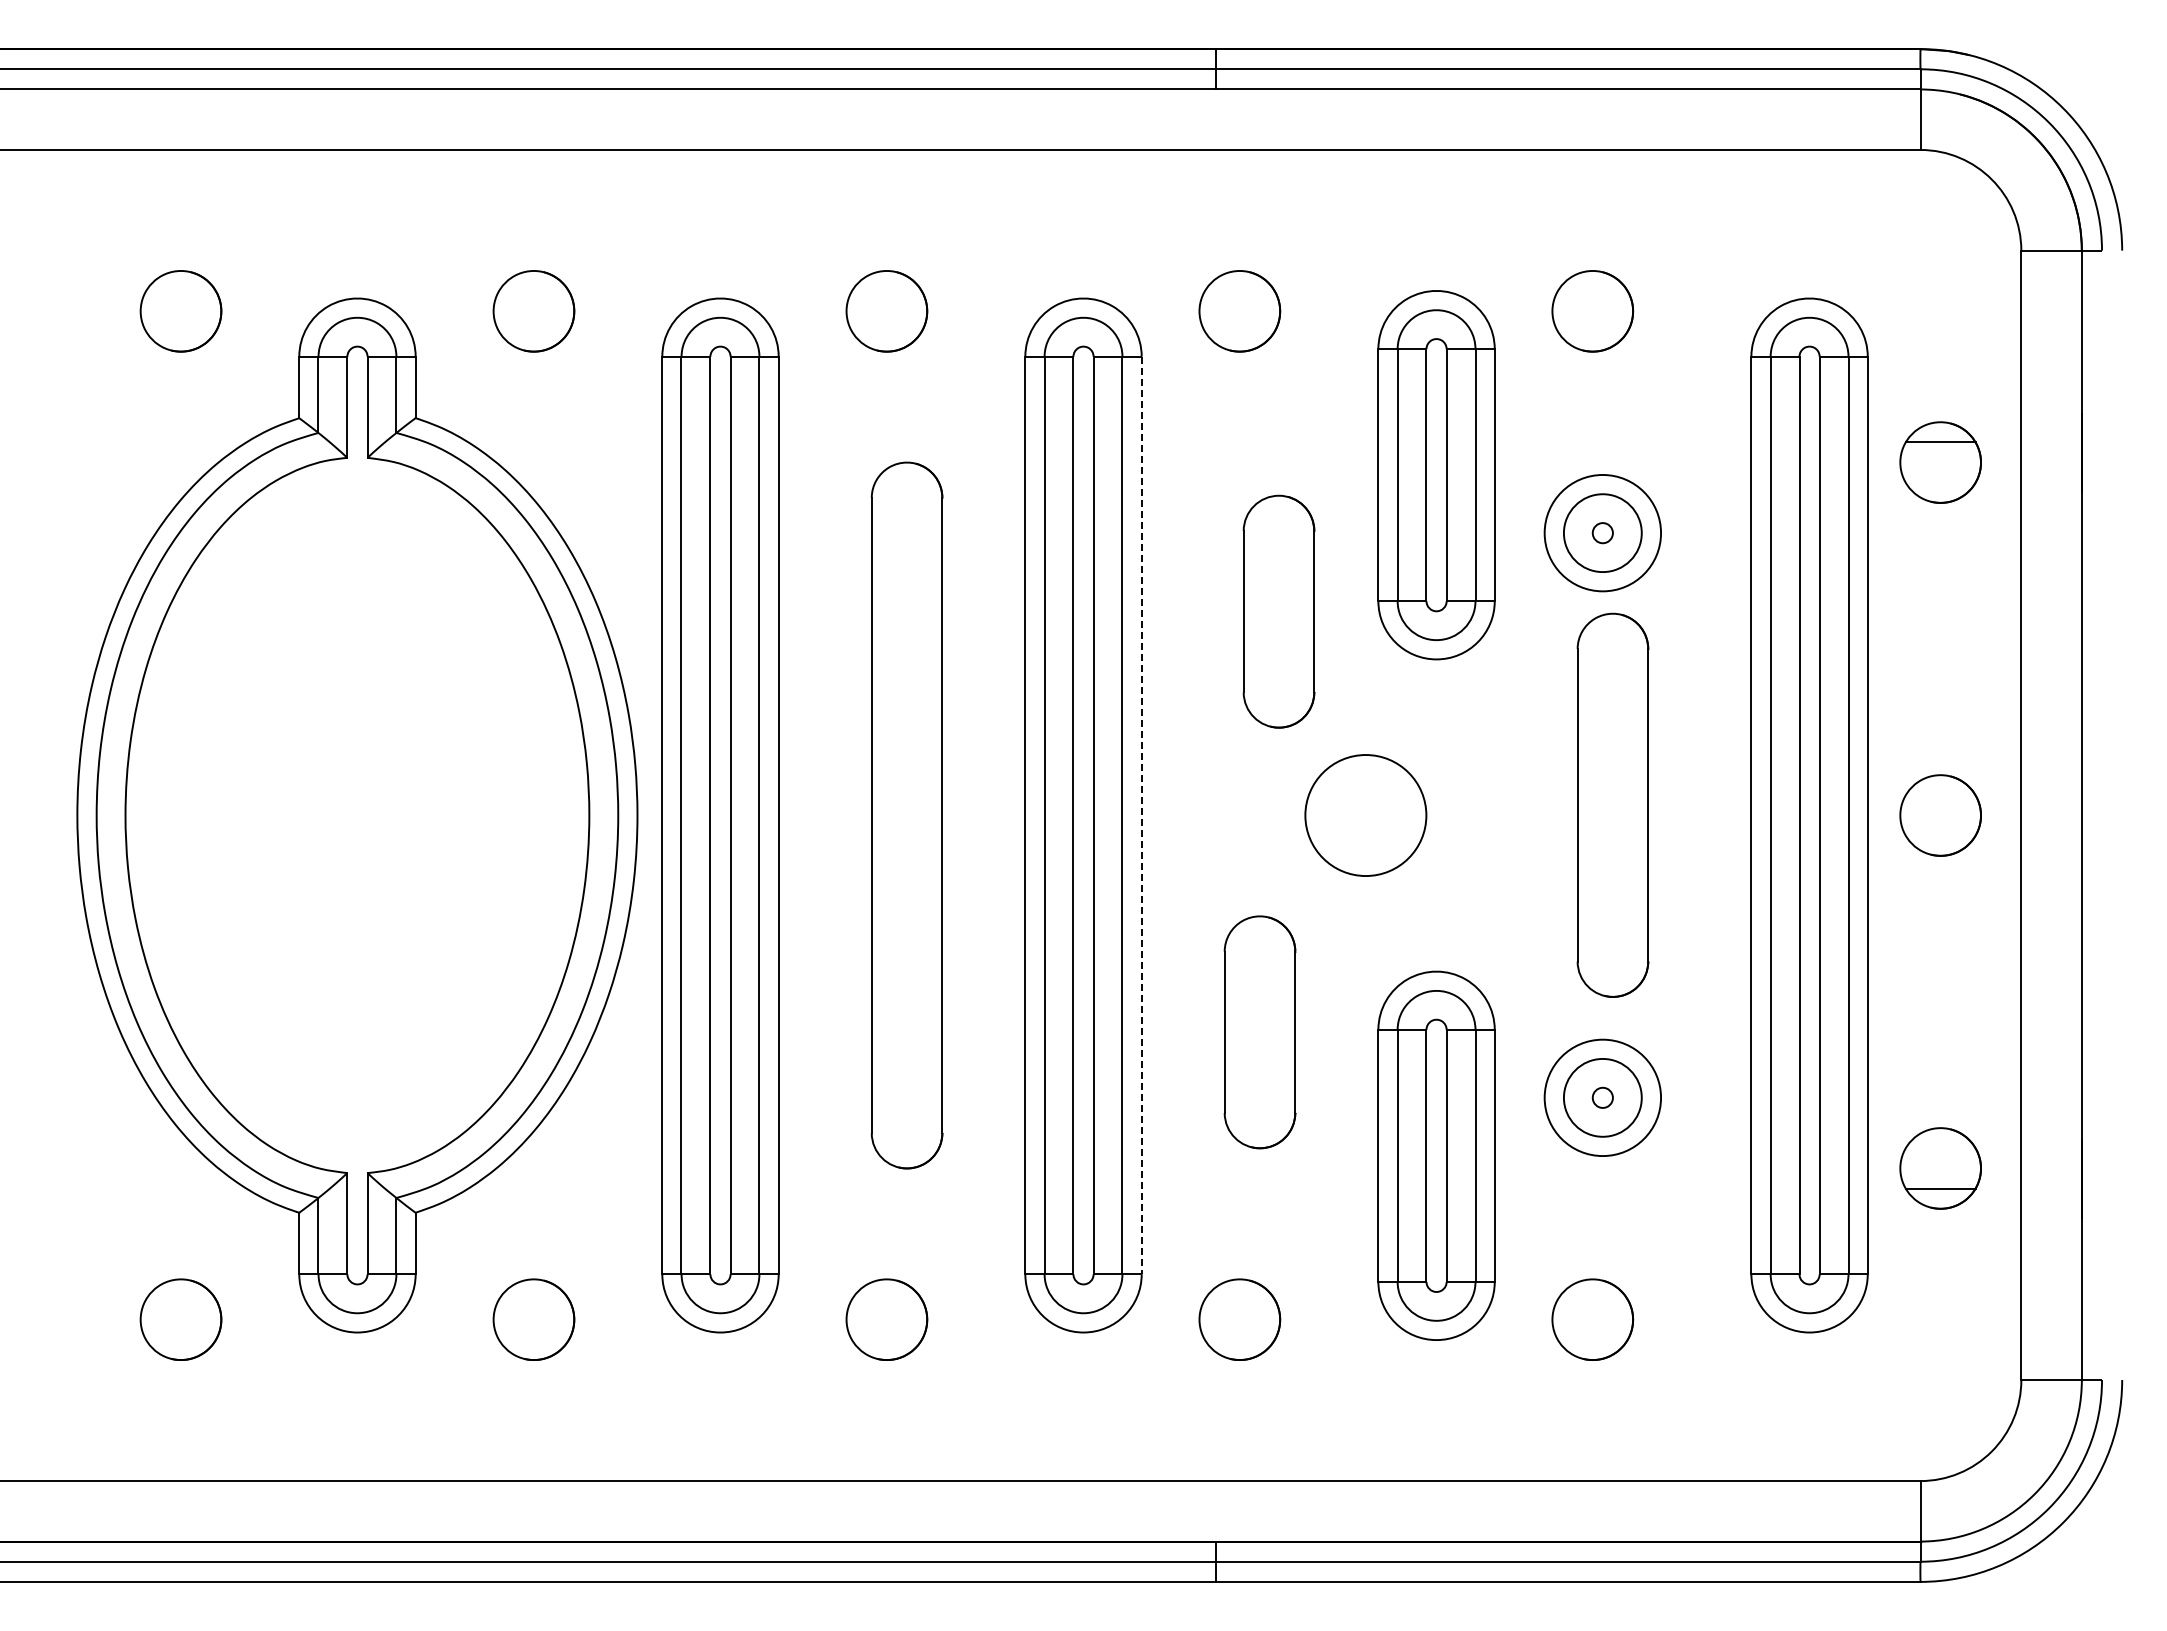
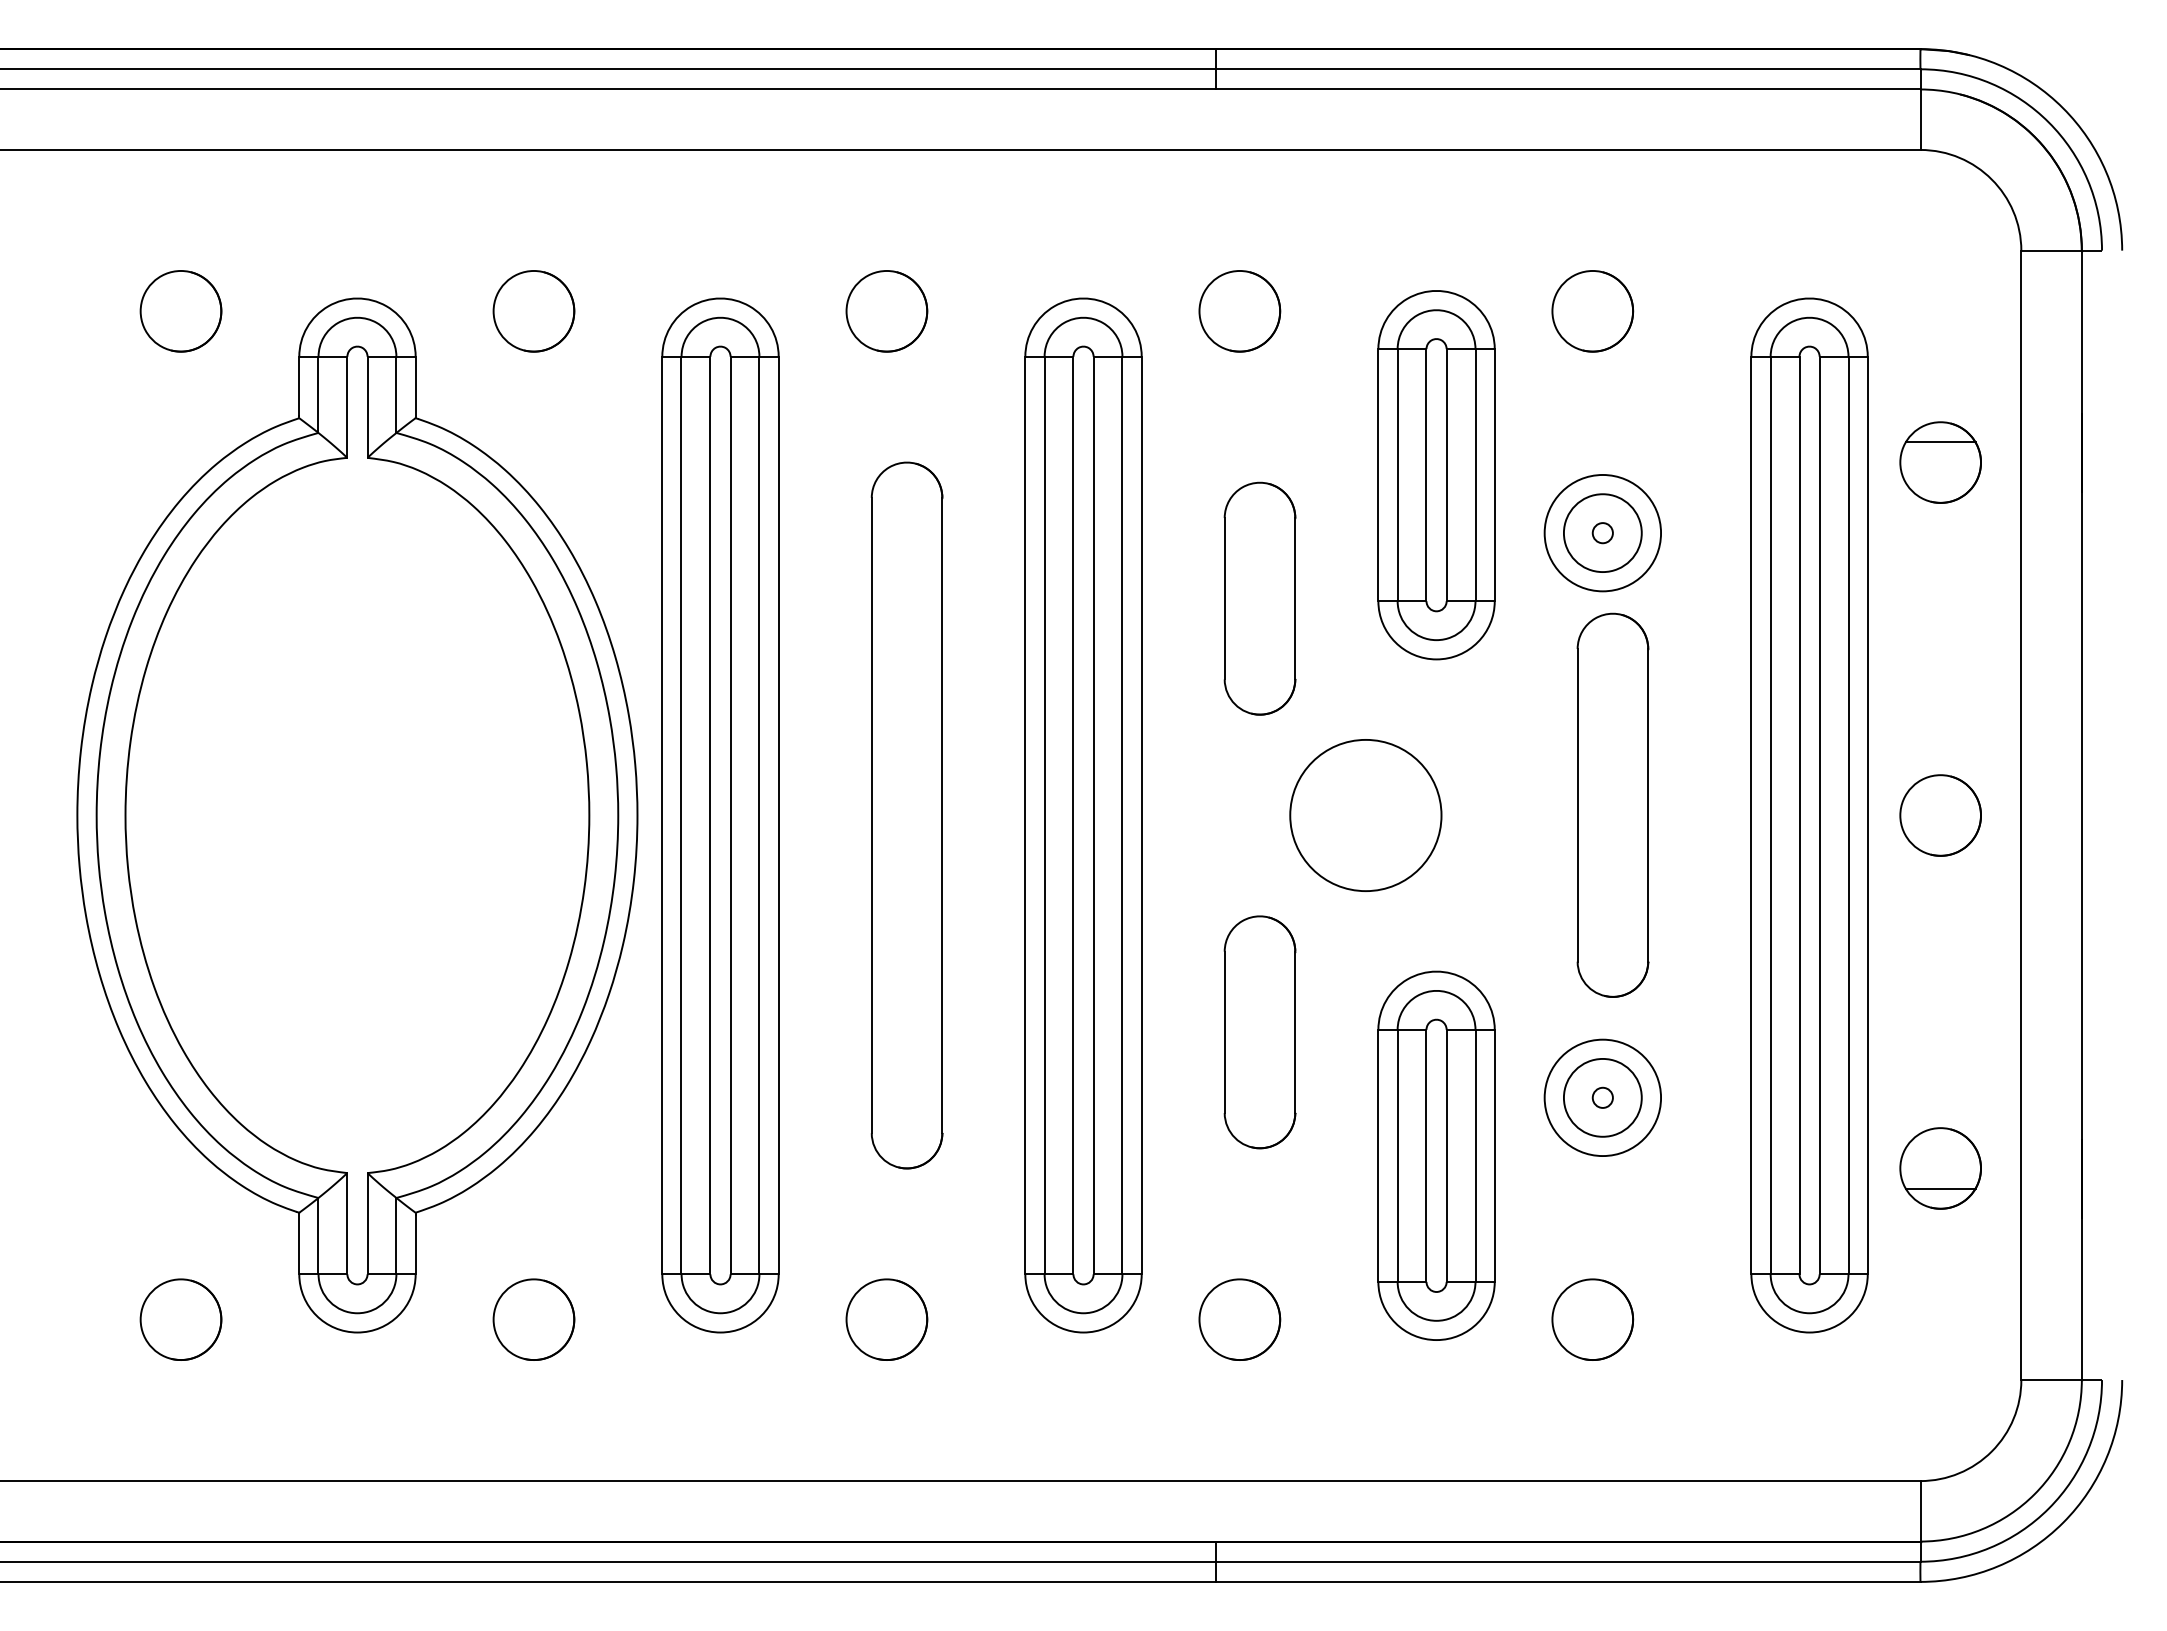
part at (1278, 611) position: (1278, 611) -> (1259, 598)
line at (1141, 815): dashed -> solid
circle at (1365, 815) diameter: 121 px -> 151 px
